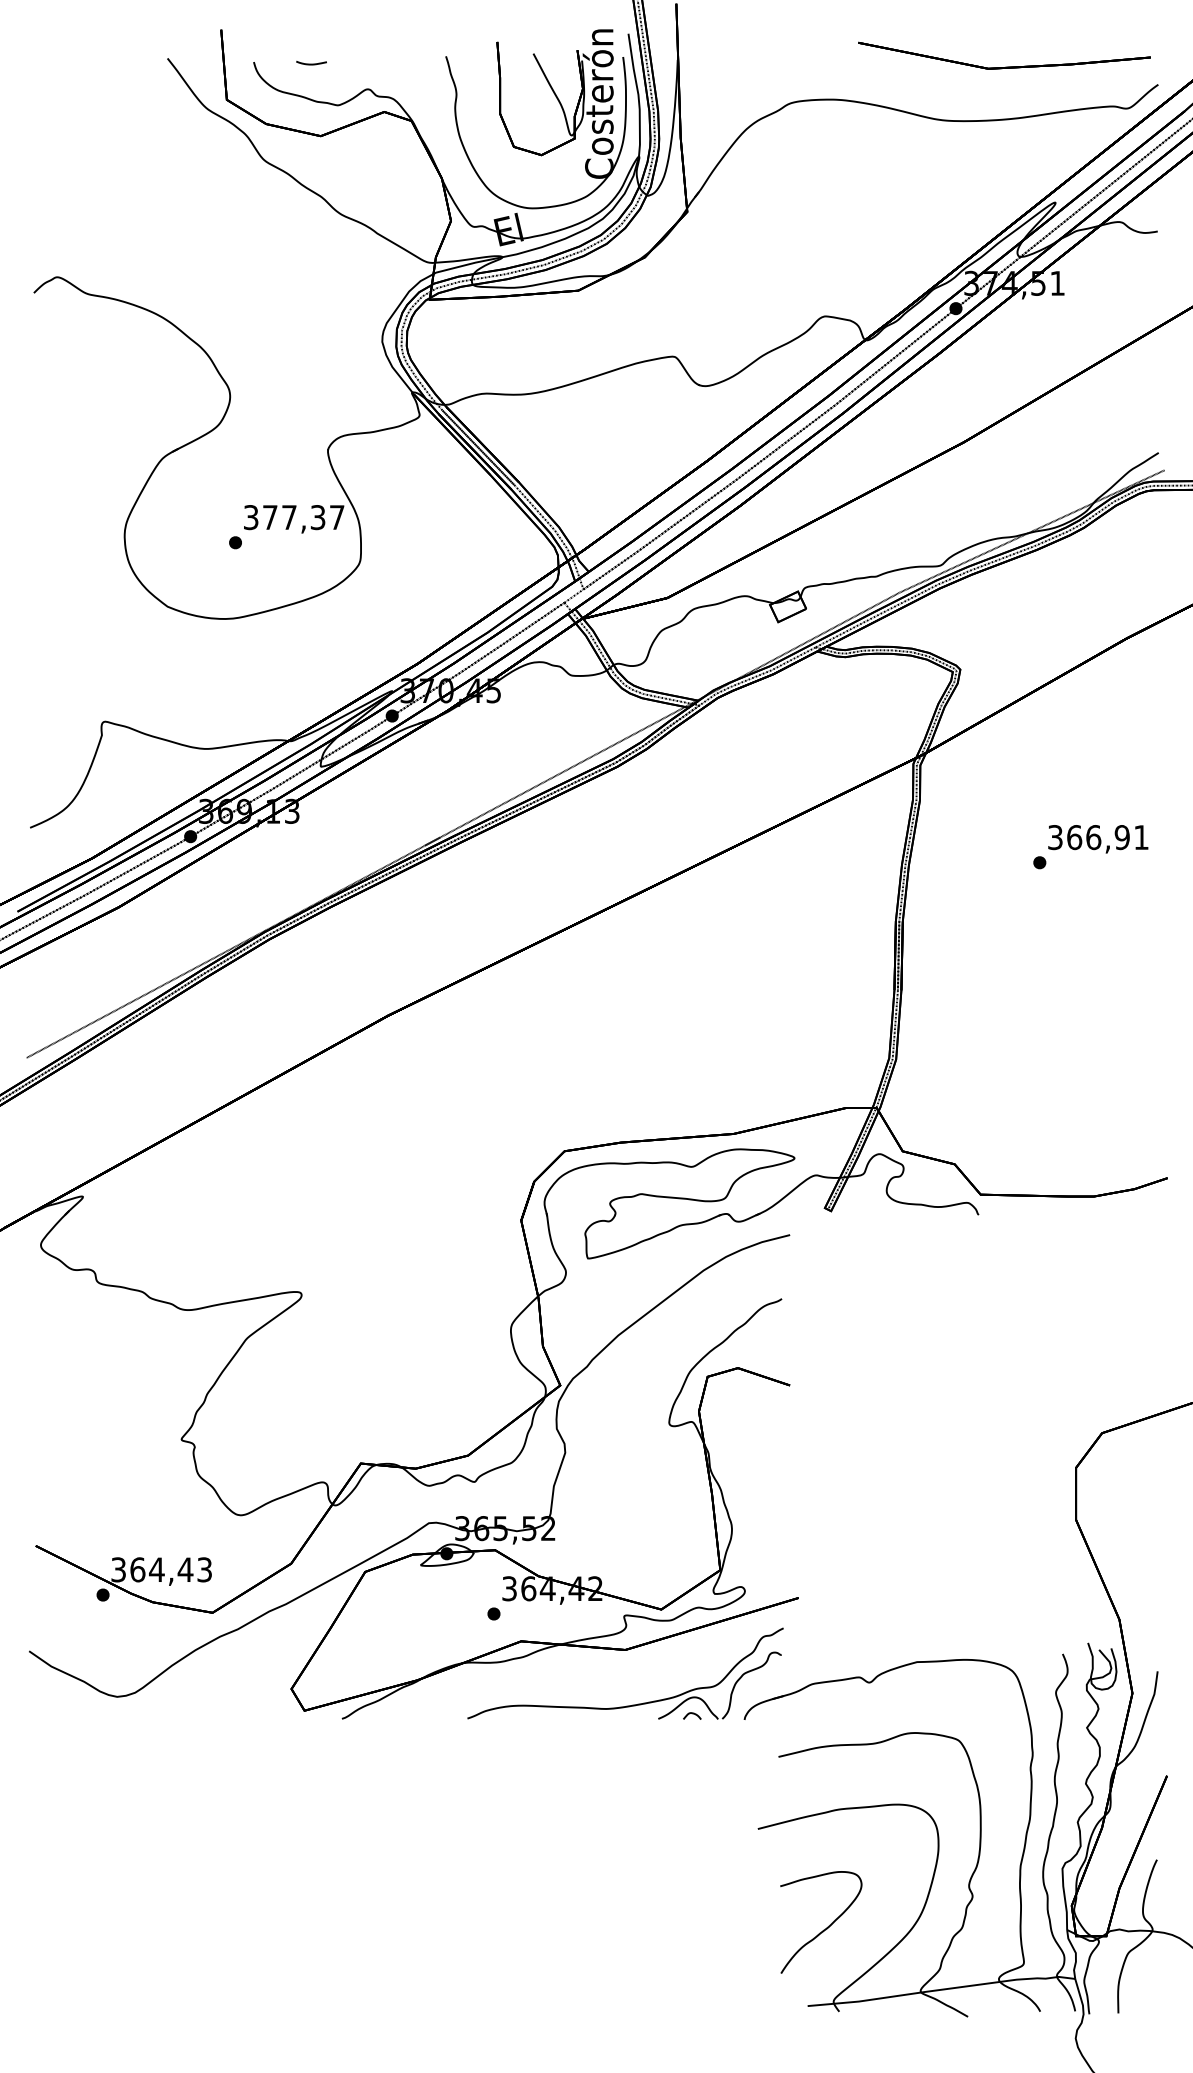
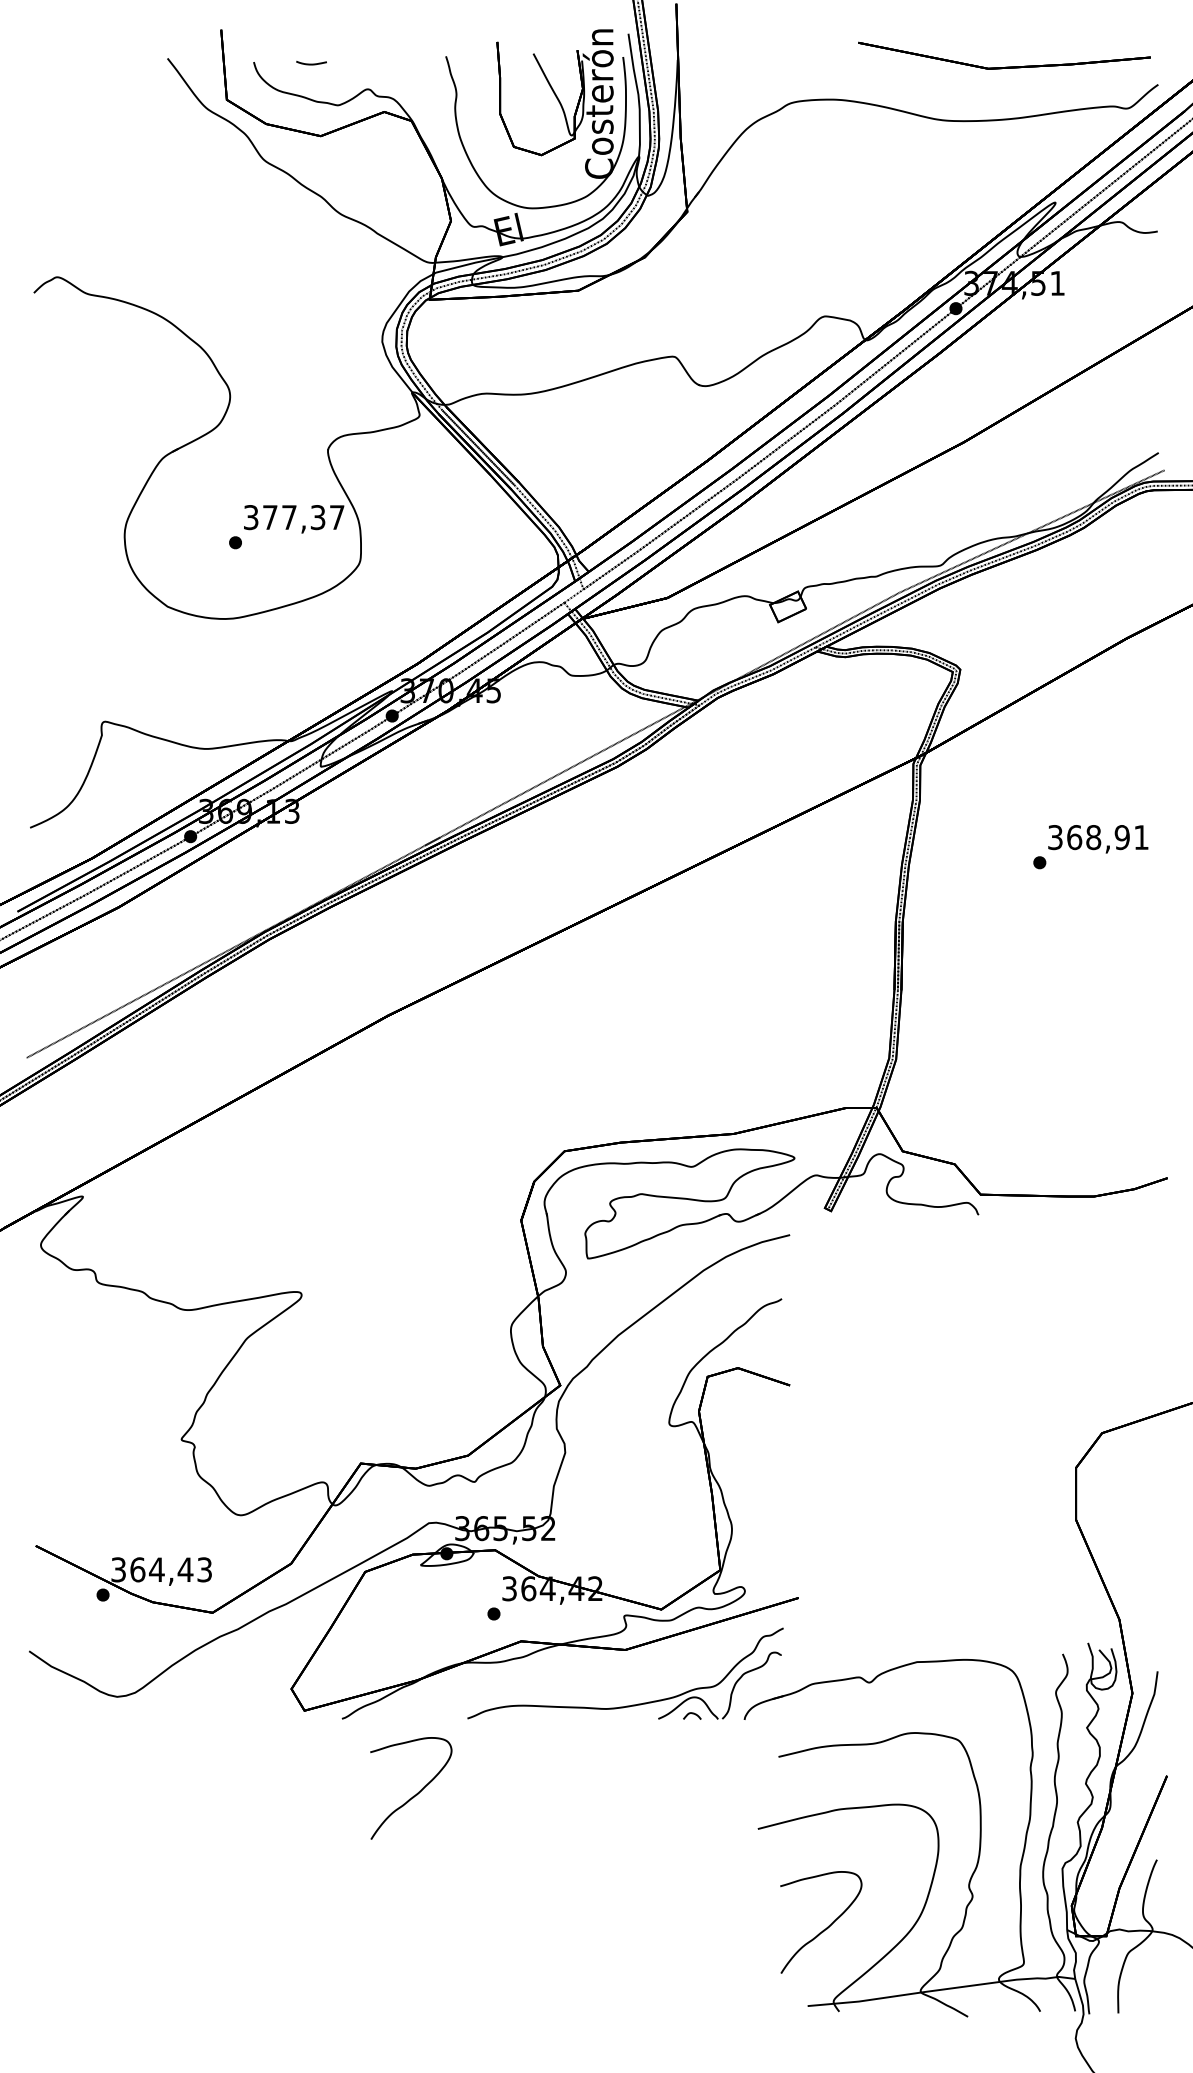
text at (1093, 837): 366,91 -> 368,91
part at (416, 1793): none -> present
